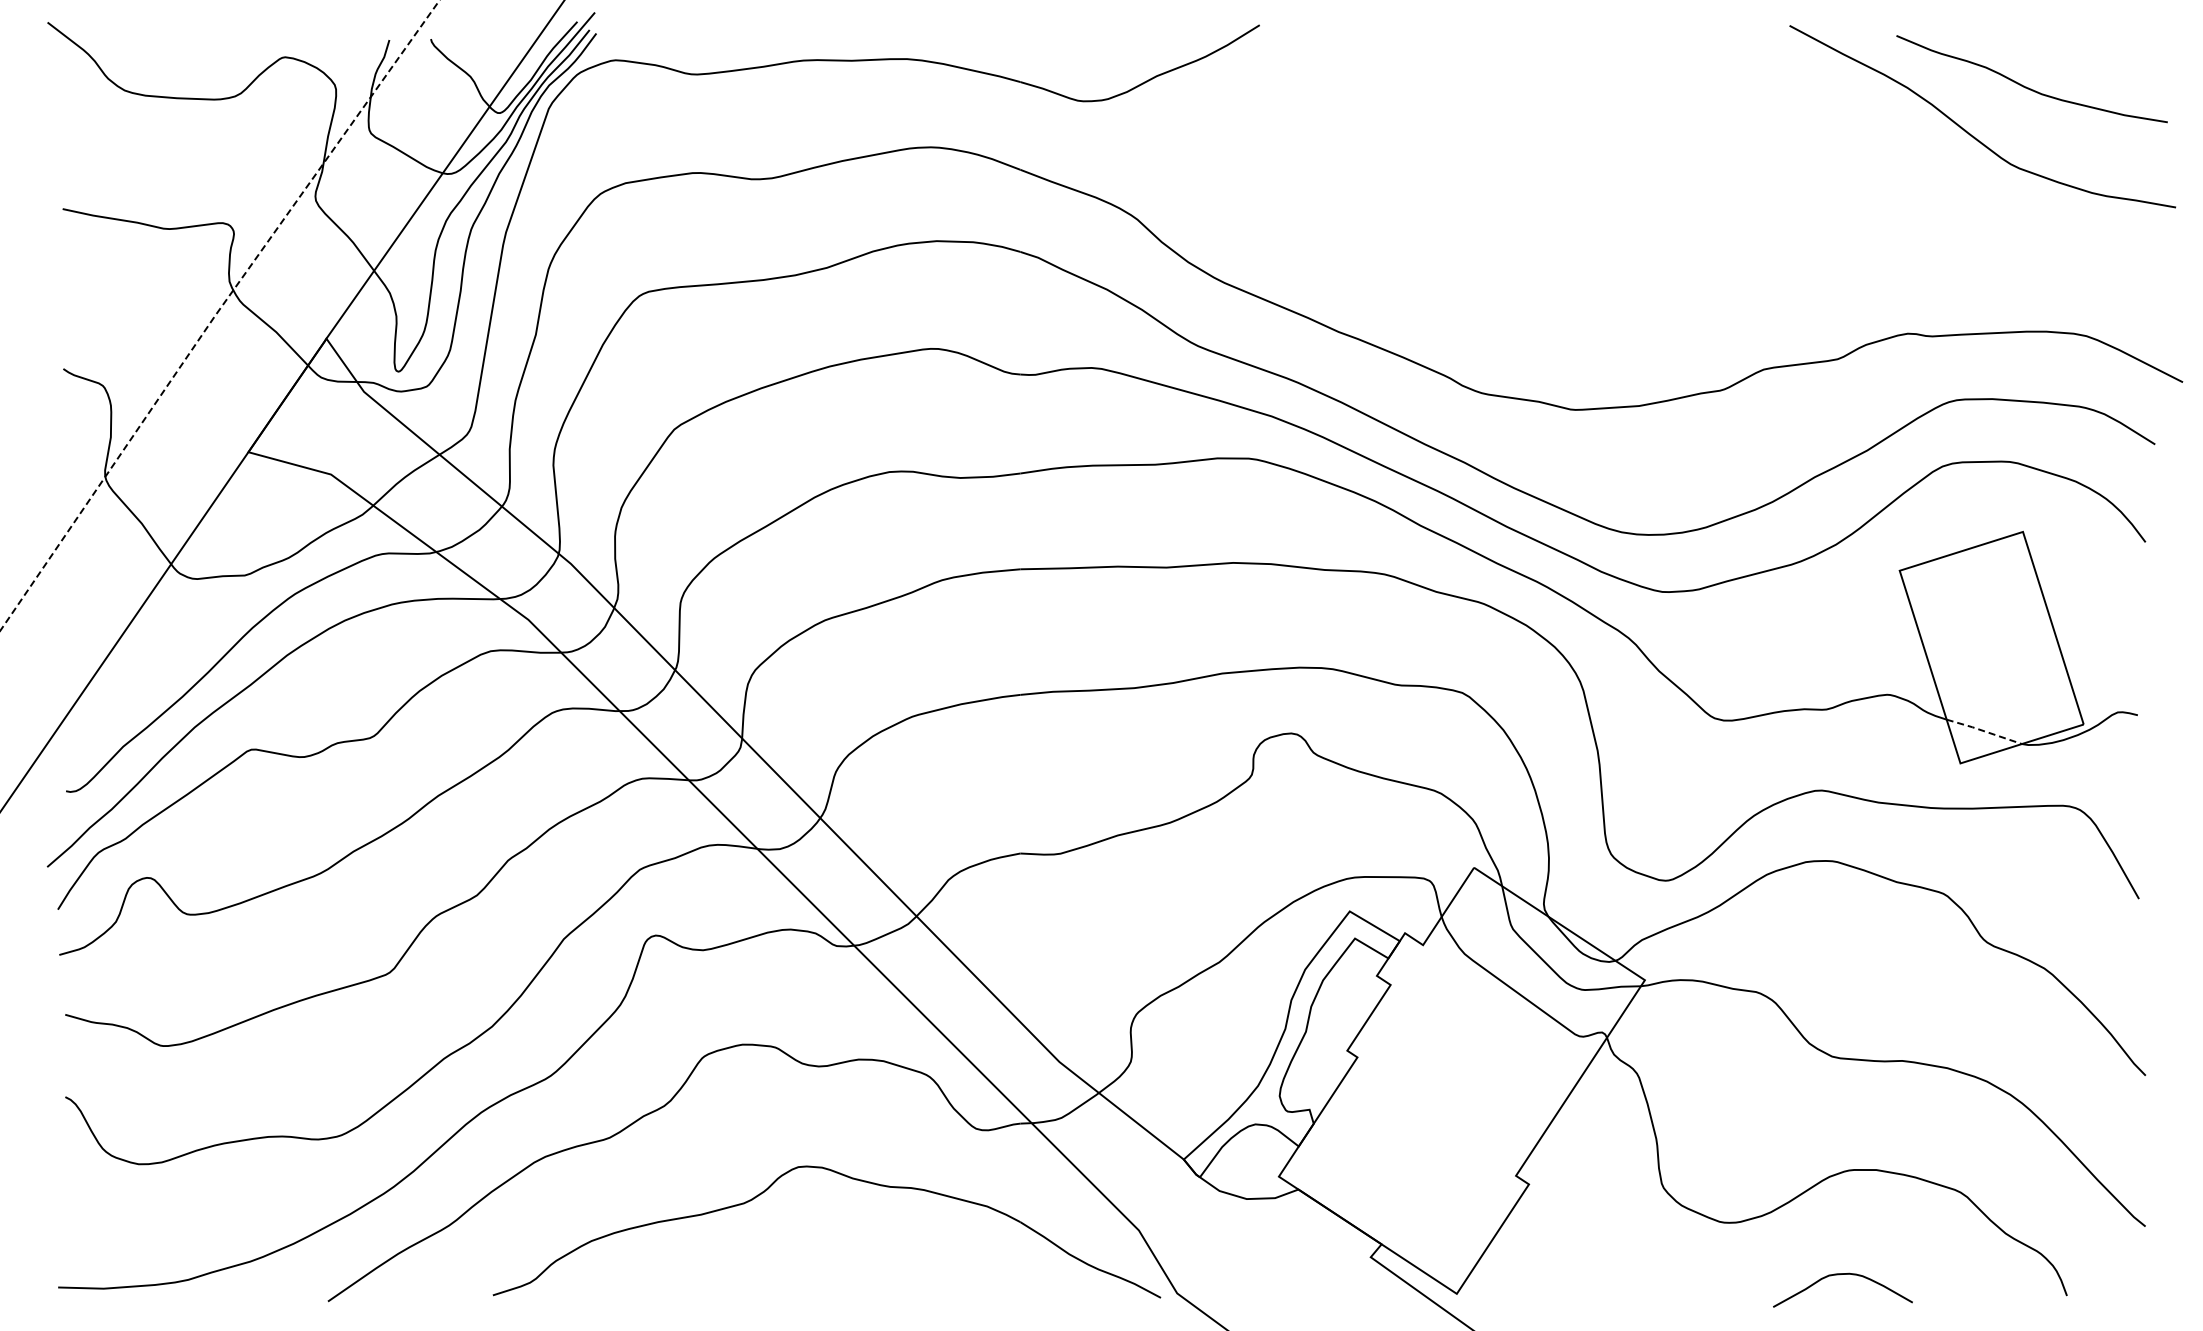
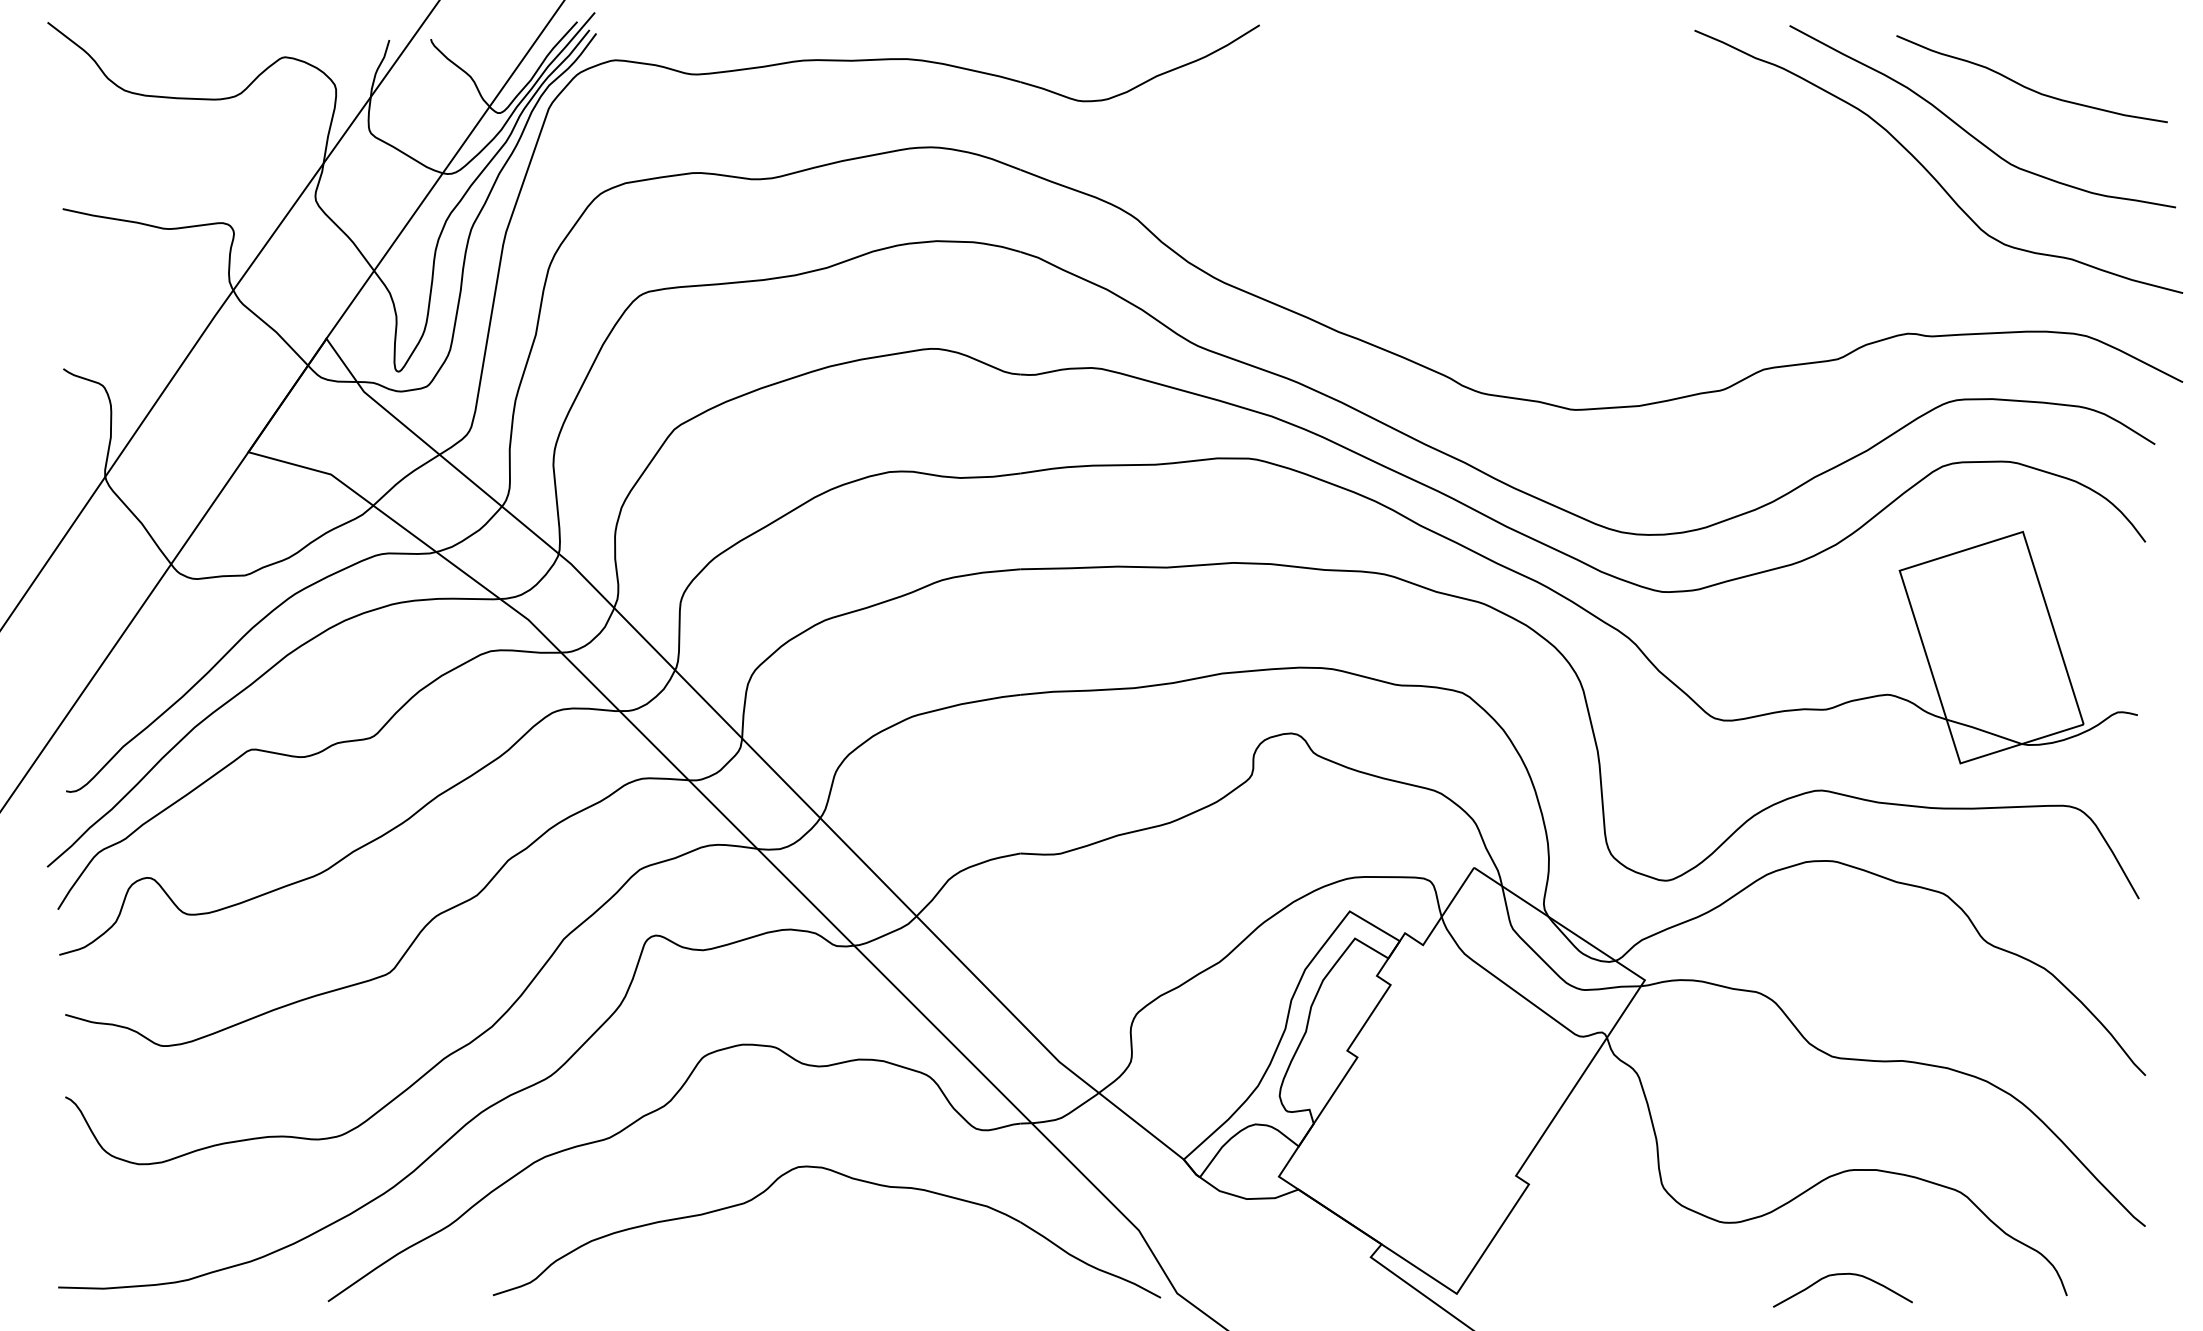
curve at (1928, 170): none -> present
line at (216, 313): dashed -> solid
line at (1984, 731): dashed -> solid
